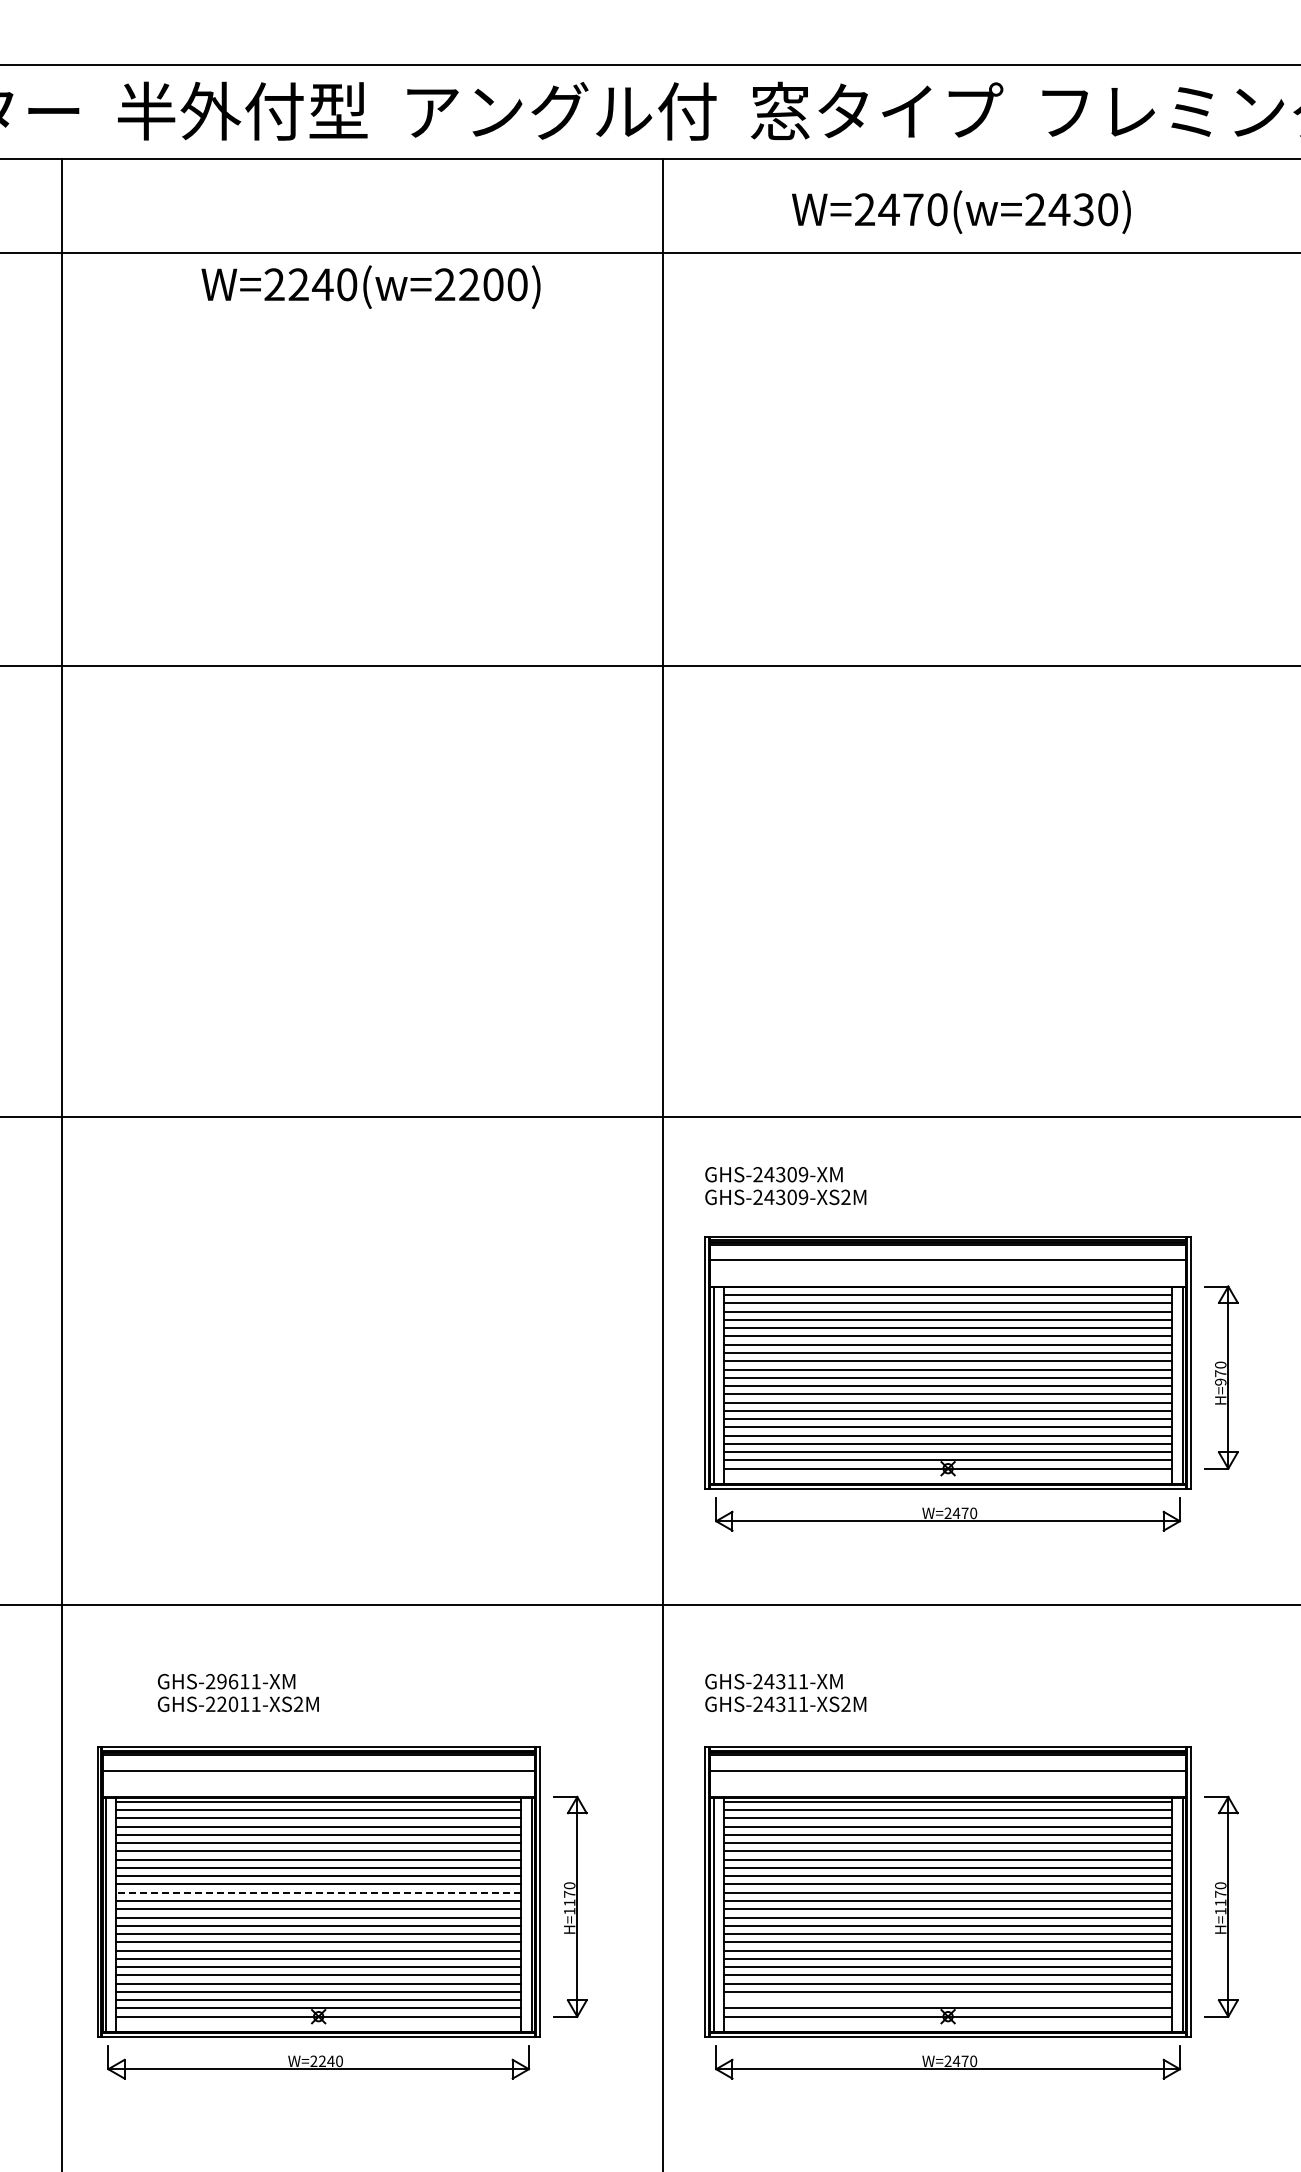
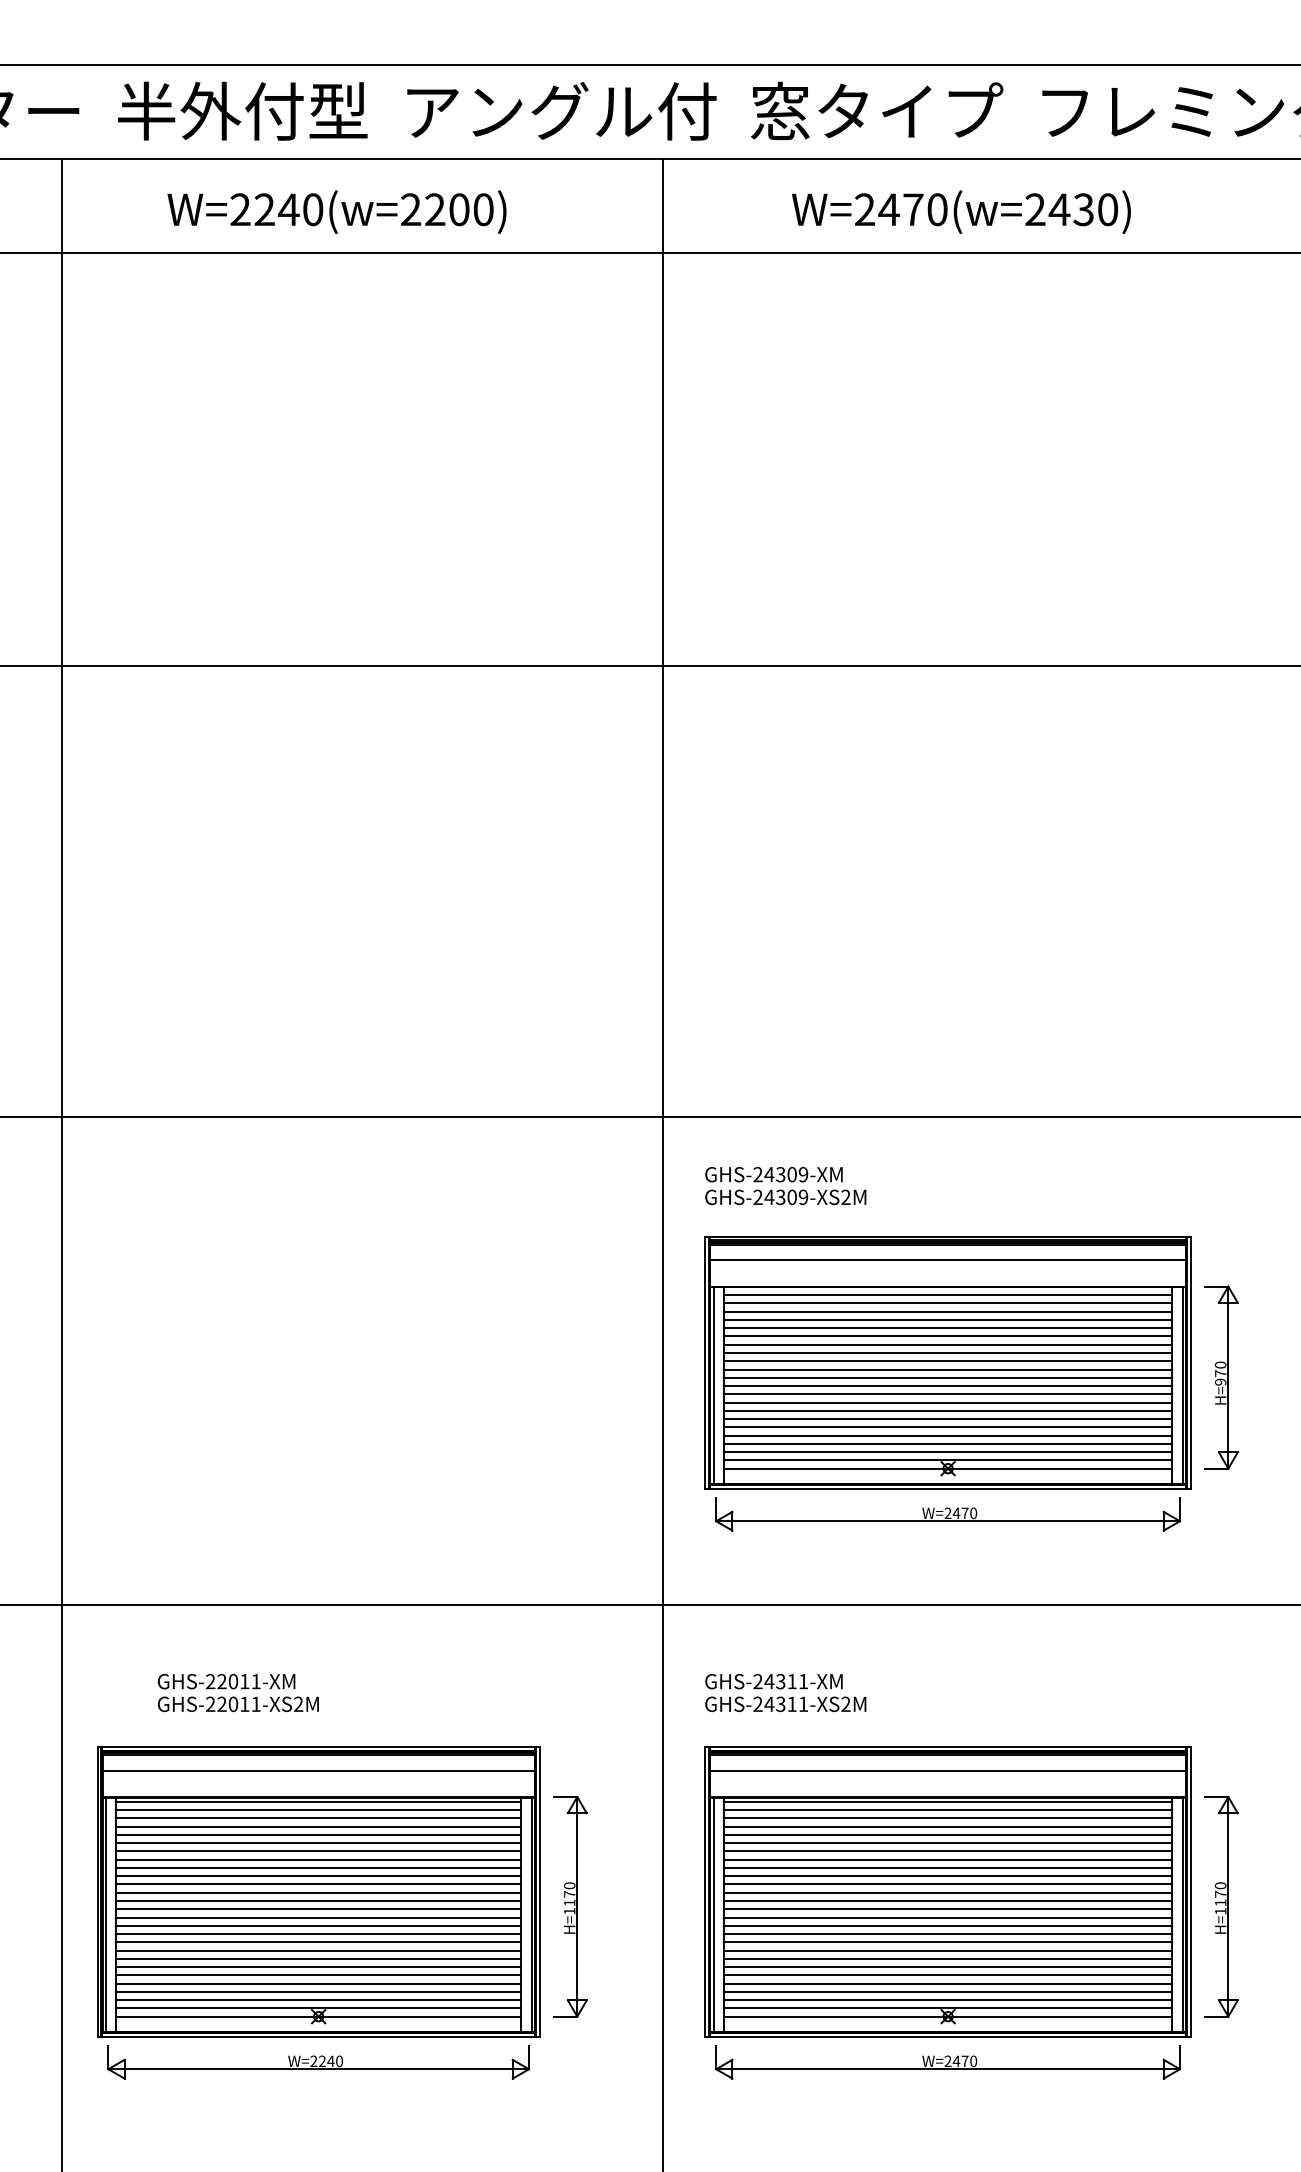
text at (370, 286) position: (370, 286) -> (336, 211)
text at (227, 1681): GHS-29611-XM -> GHS-22011-XM
line at (318, 1892): dashed -> solid
line at (948, 2000): none -> present
